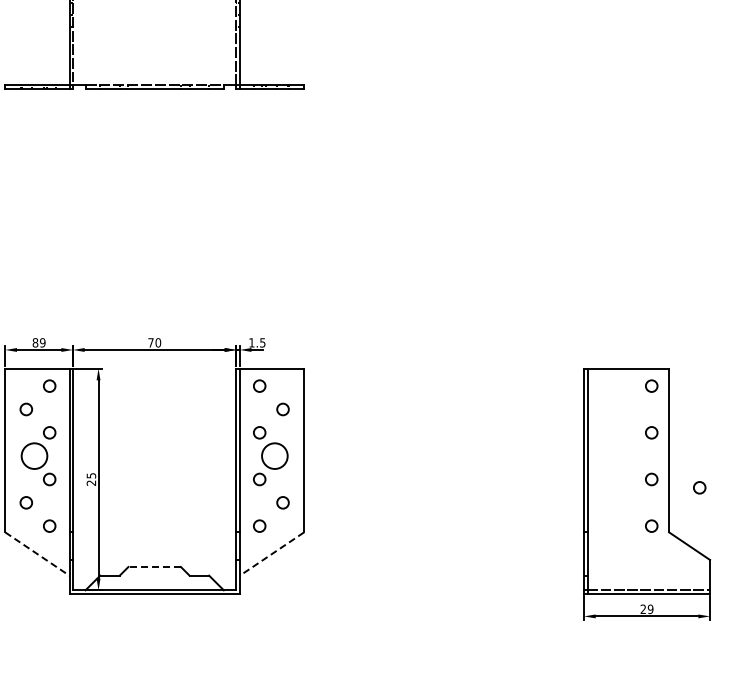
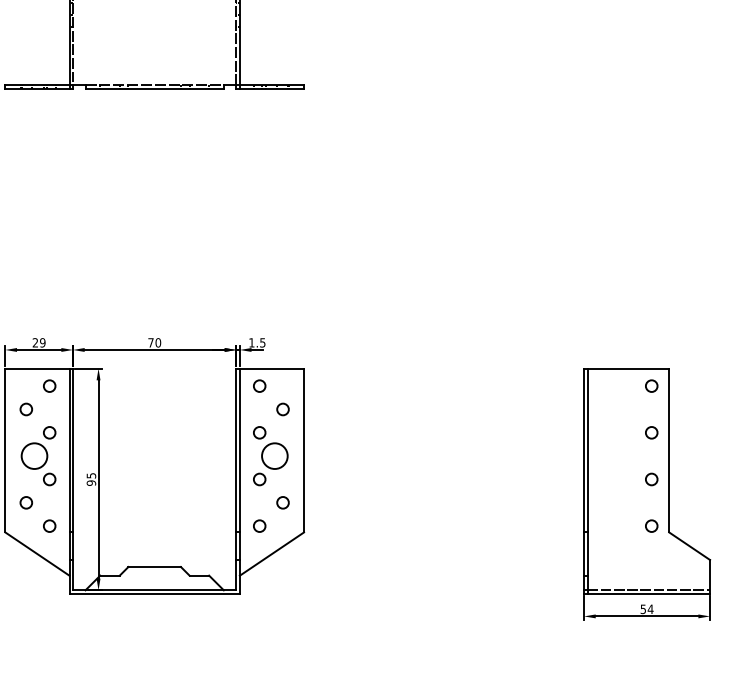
text at (35, 342): 89 -> 29
text at (91, 482): 25 -> 95
circle at (699, 487): present -> none
line at (37, 554): dashed -> solid
line at (271, 554): dashed -> solid
line at (154, 567): dashed -> solid
text at (646, 609): 29 -> 54
